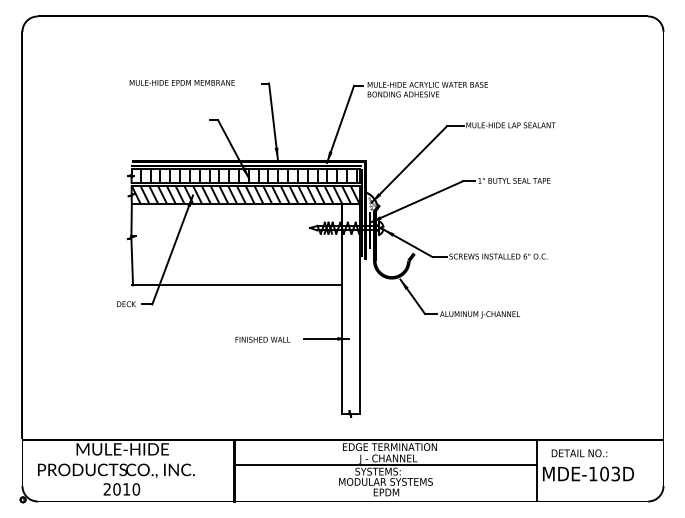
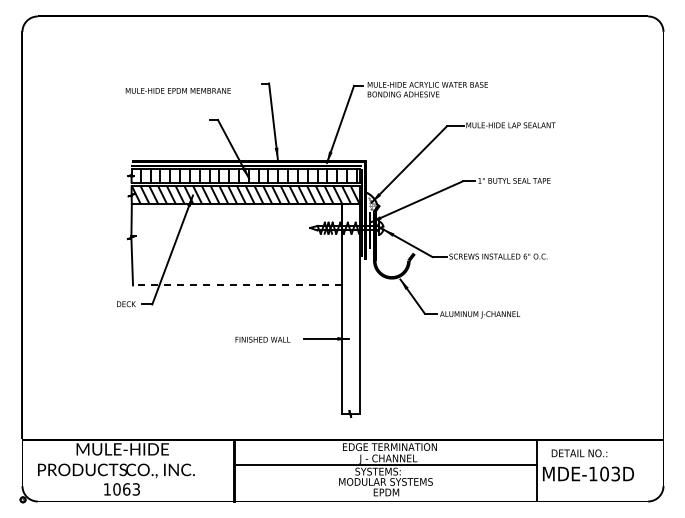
text at (181, 82) position: (181, 82) -> (177, 90)
line at (236, 285): solid -> dashed
text at (121, 489): 2010 -> 1063
